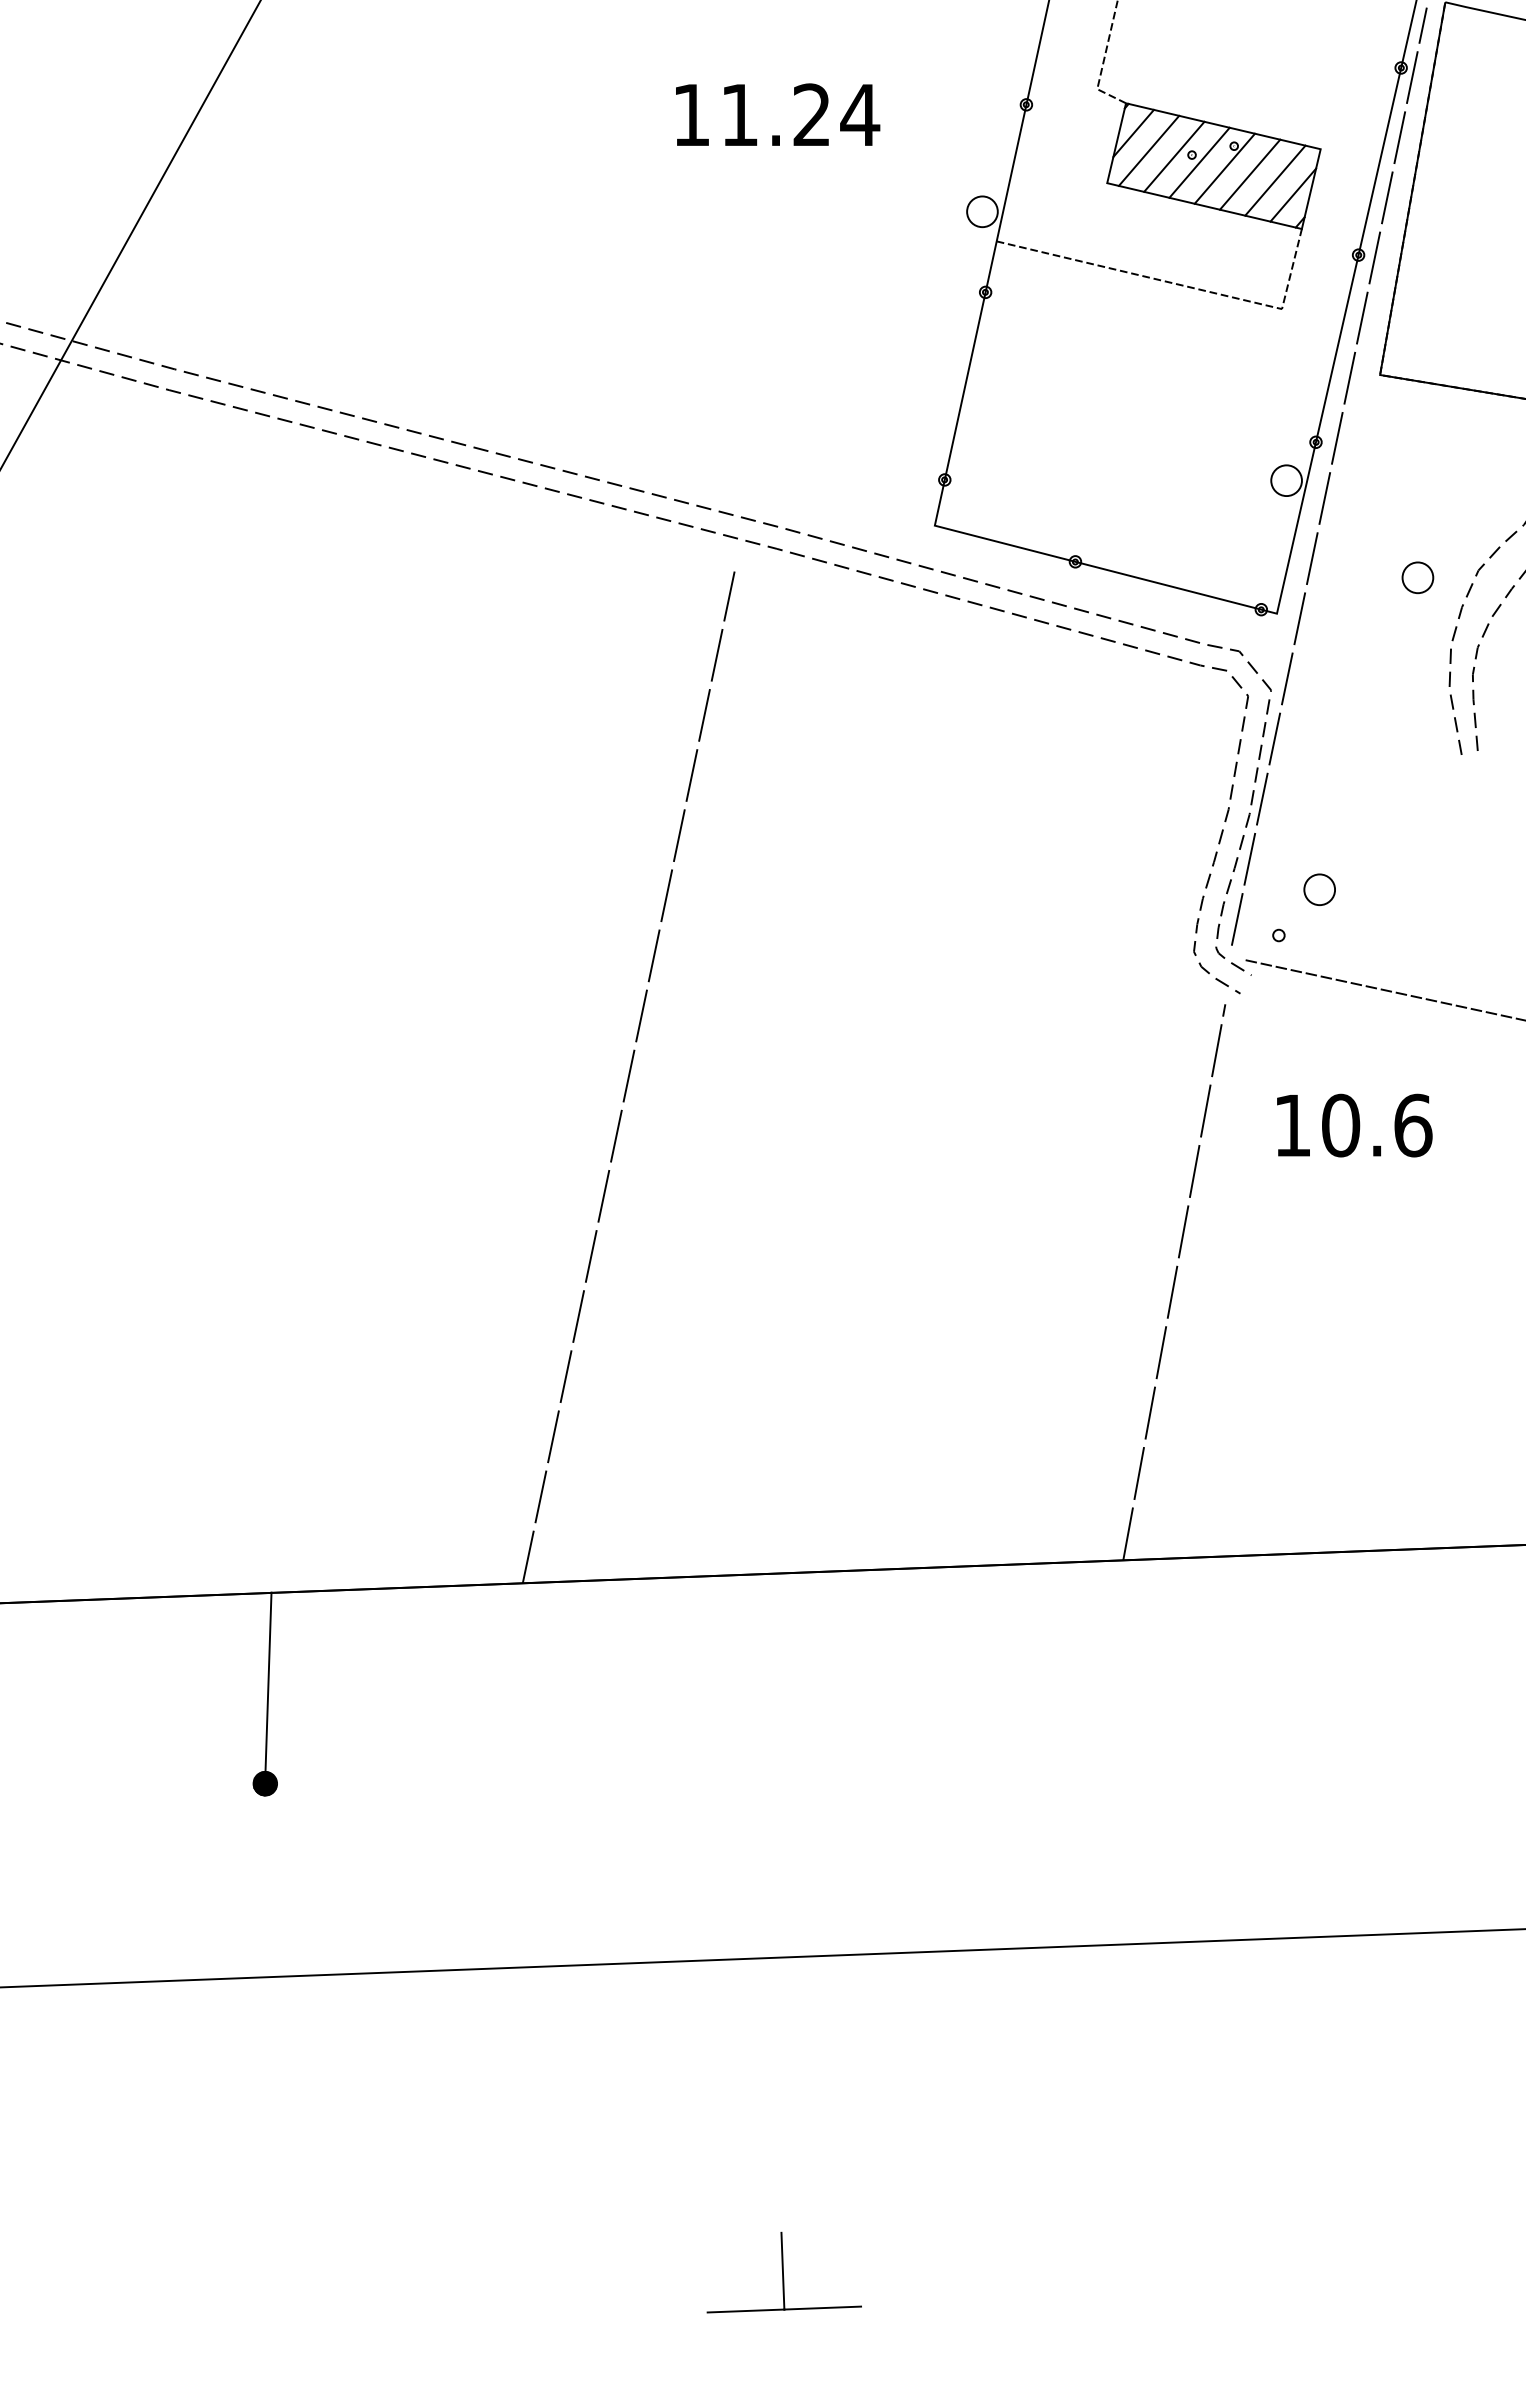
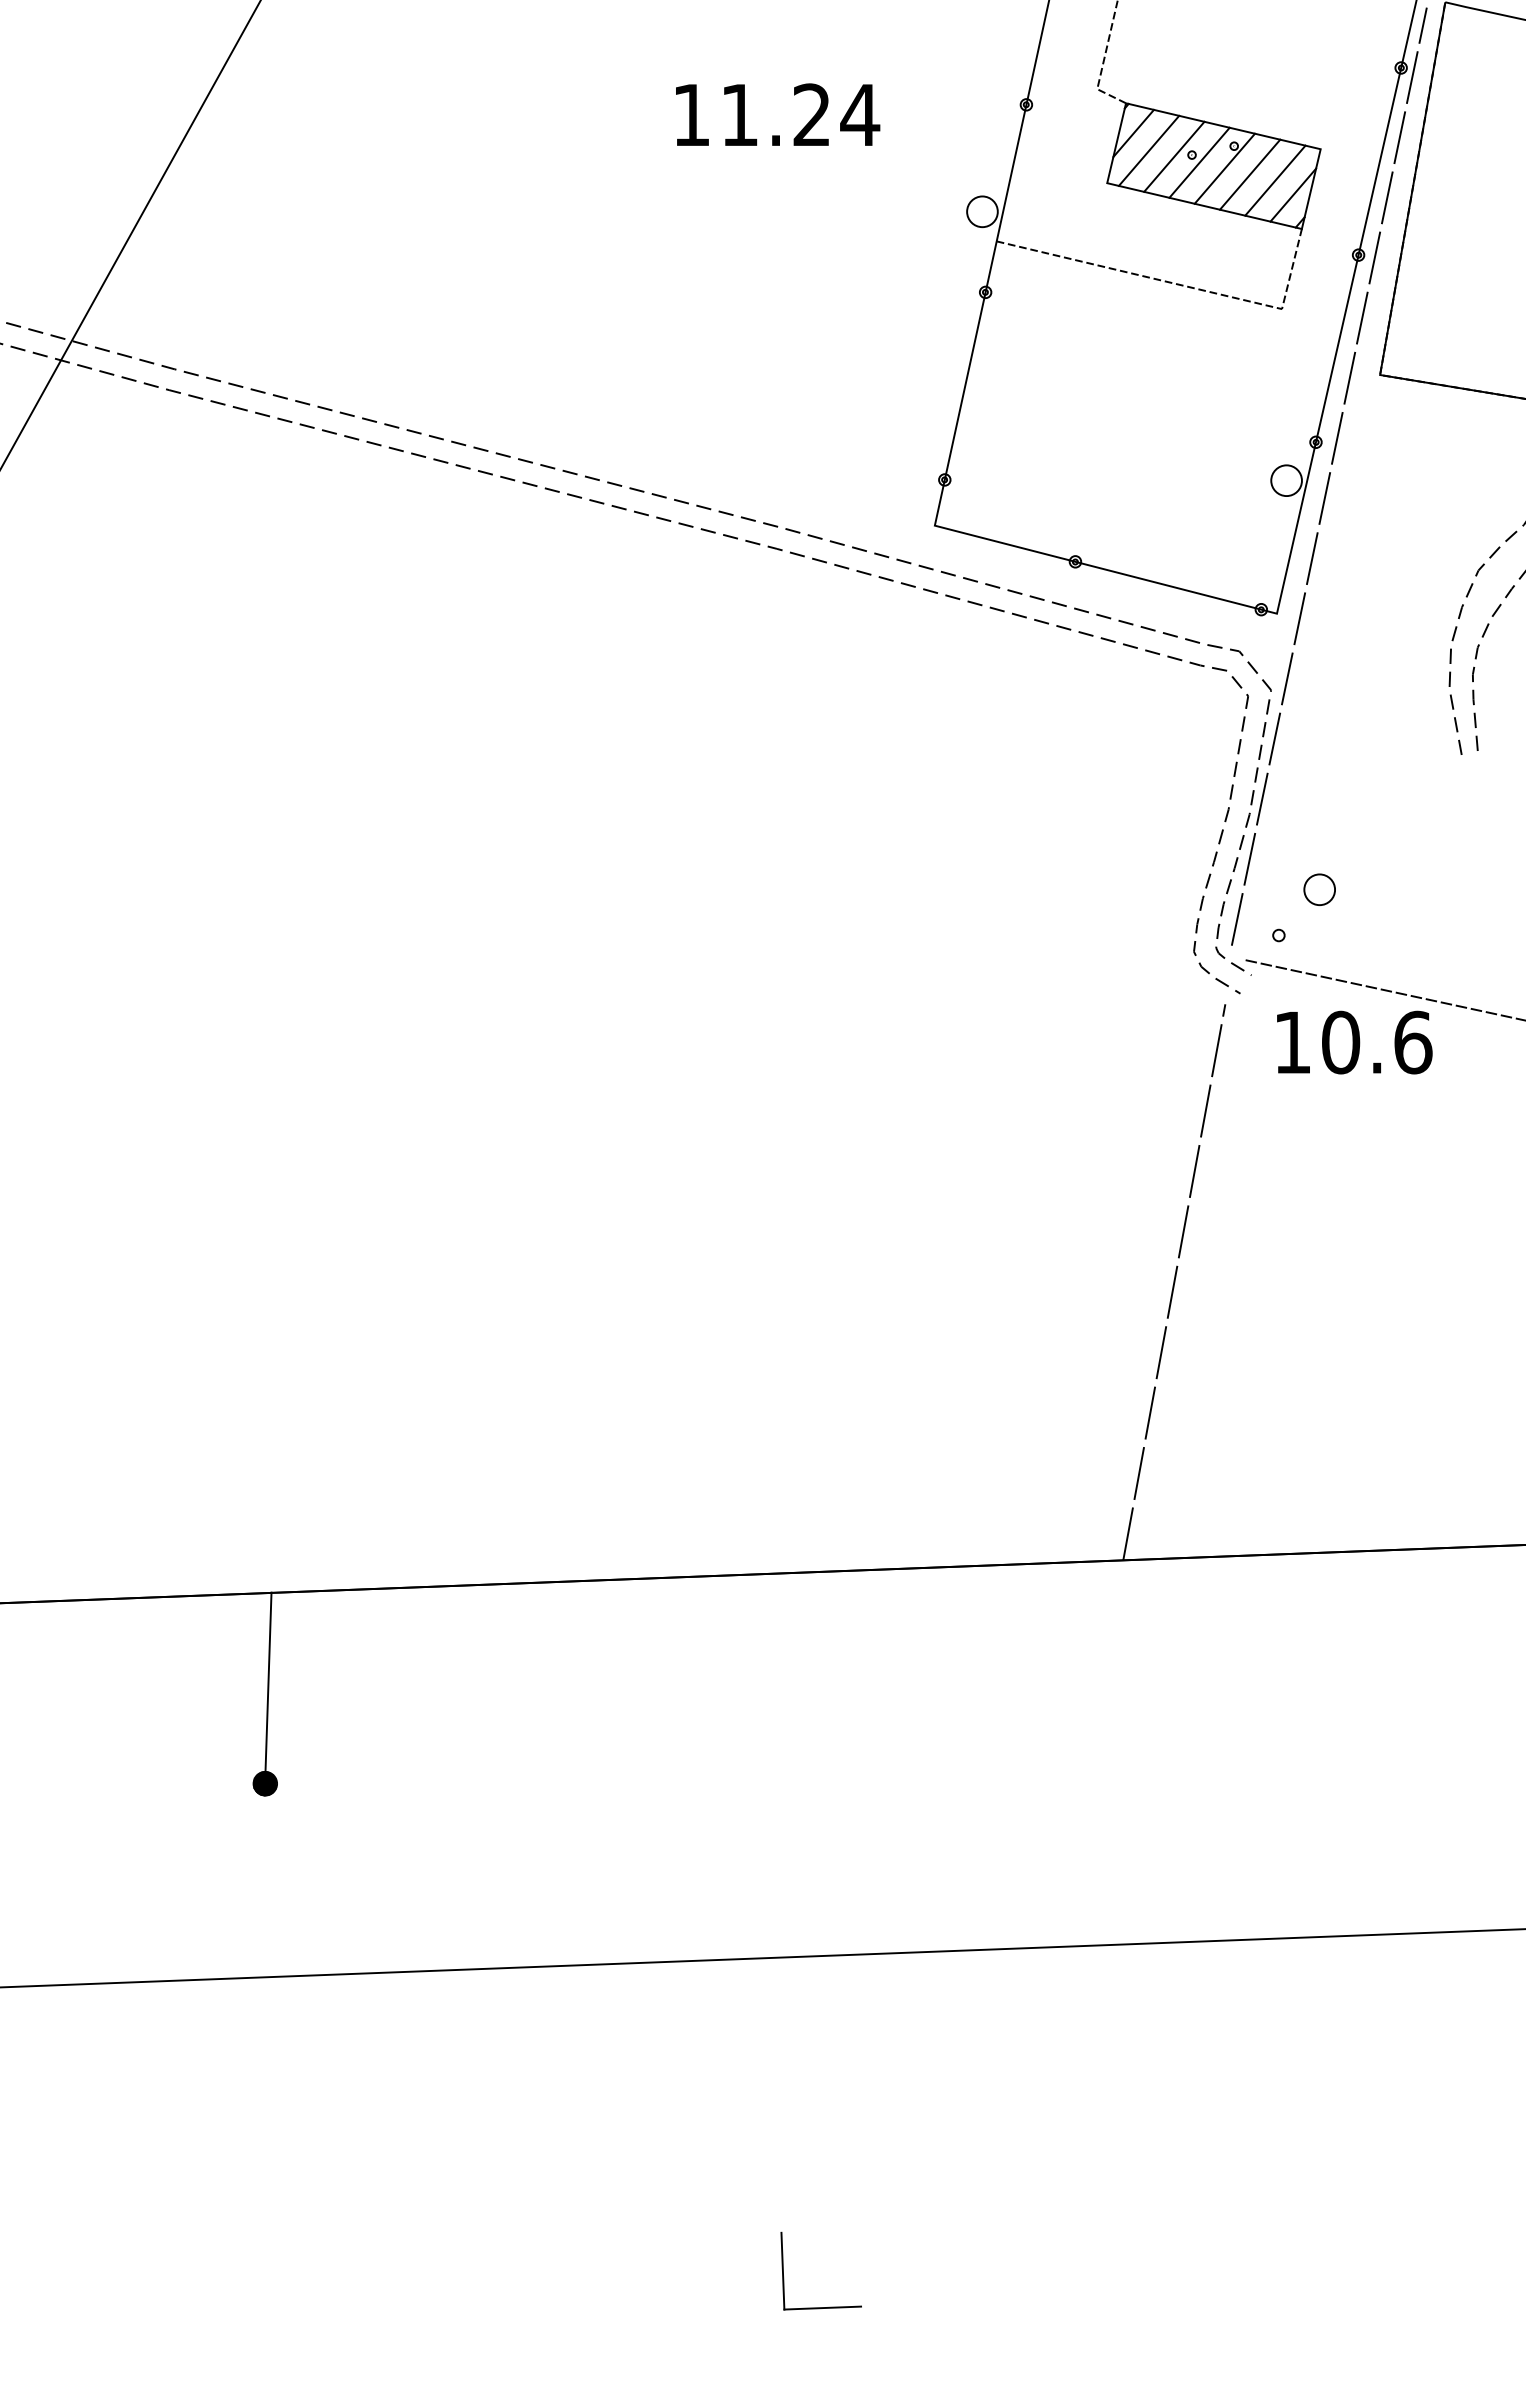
part at (1417, 577): present -> none
line at (628, 1077): present -> none
text at (1354, 1125) position: (1354, 1125) -> (1354, 1042)
line at (745, 2310): present -> none
